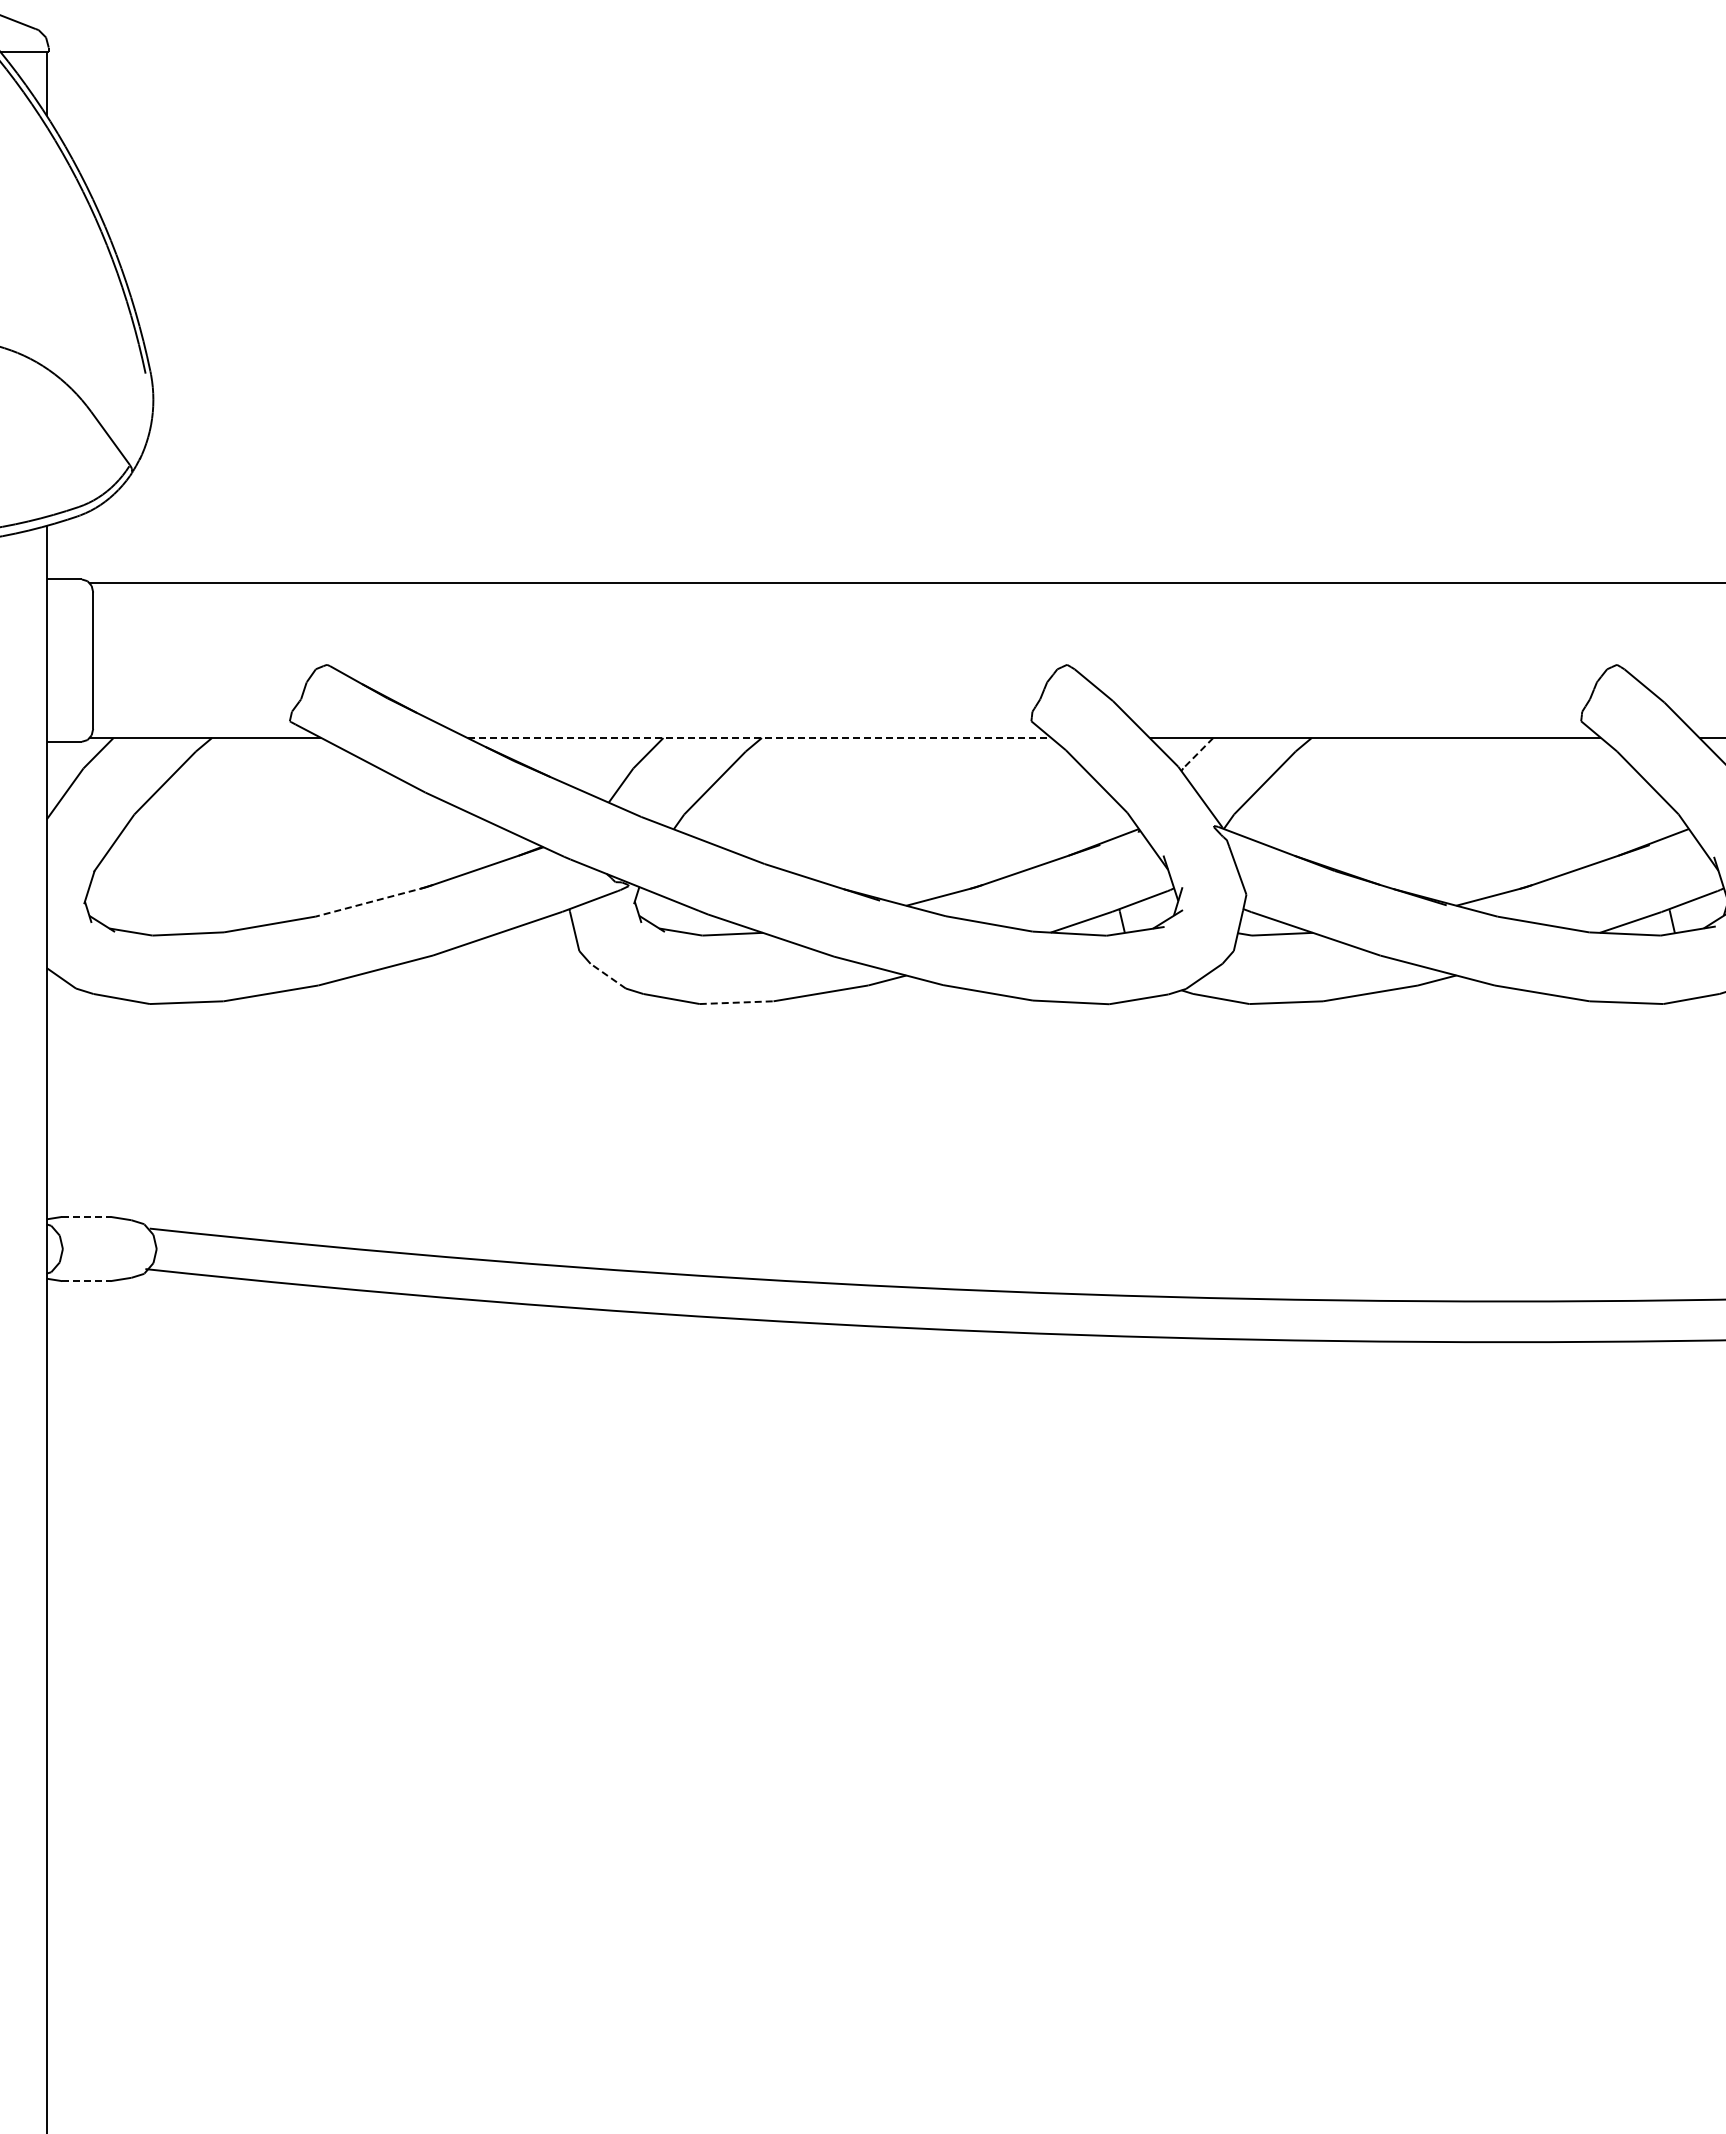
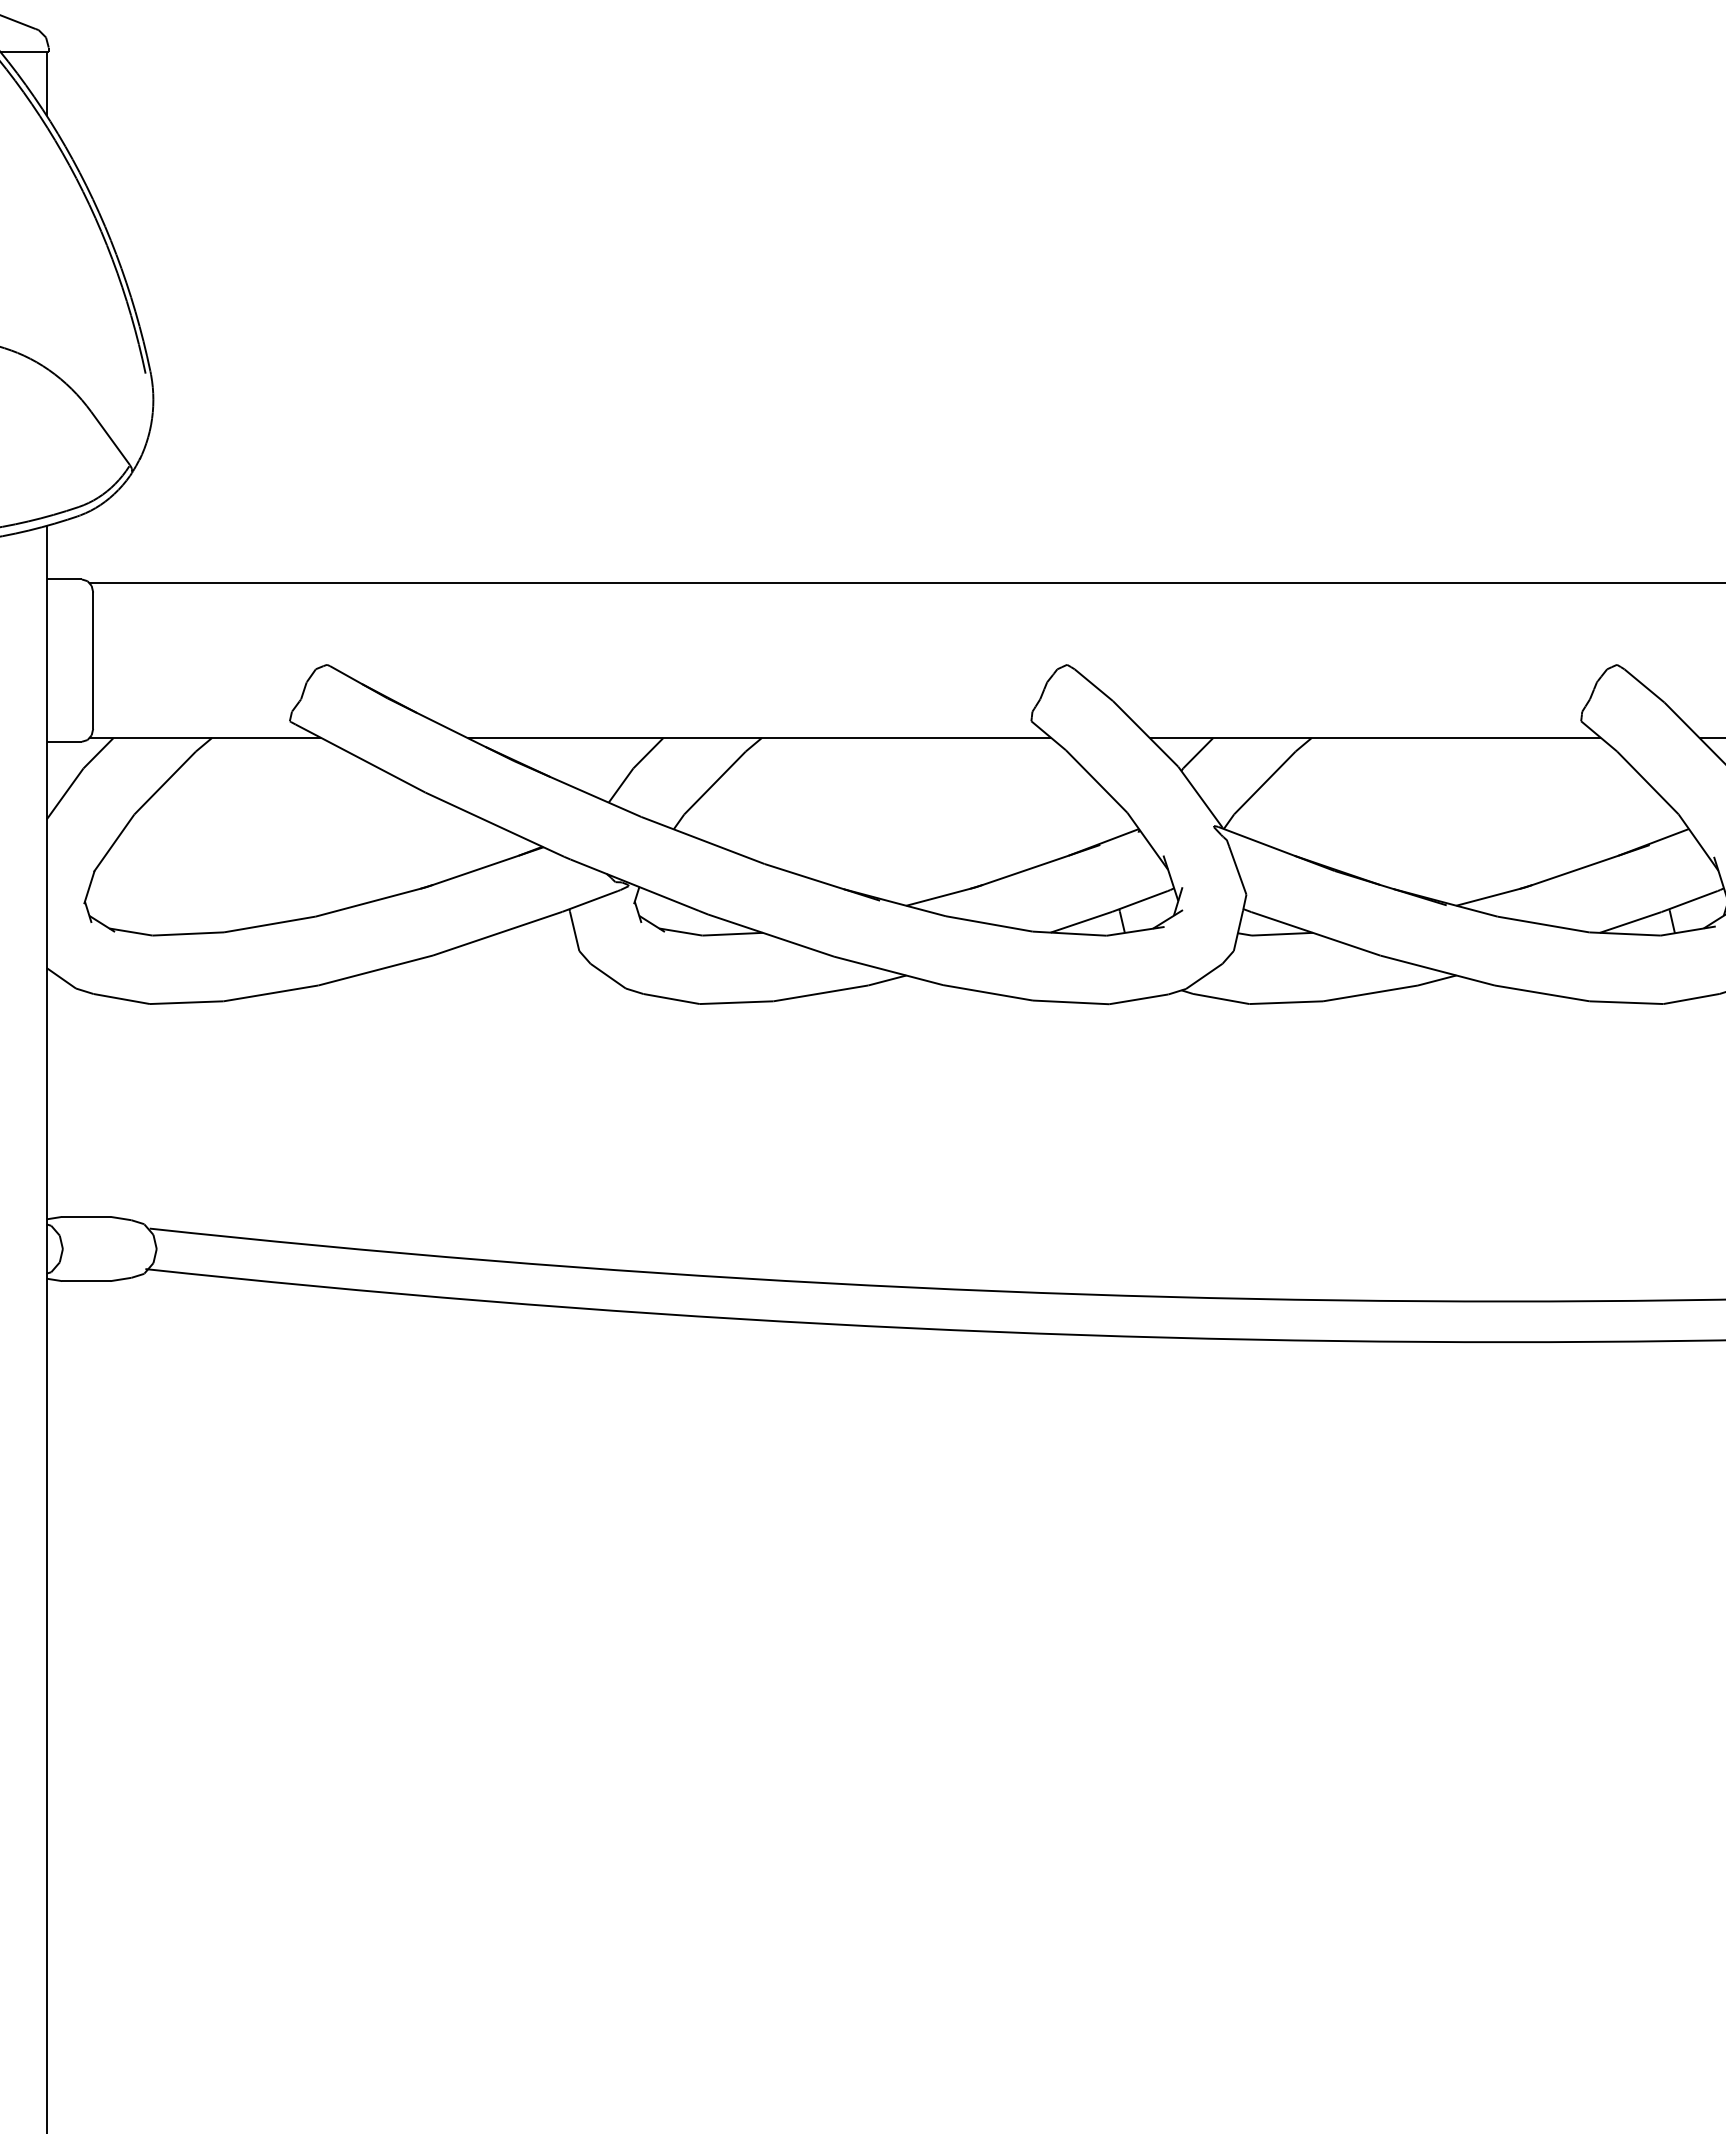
line at (759, 738): dashed -> solid
line at (1197, 753): dashed -> solid
line at (370, 902): dashed -> solid
line at (608, 976): dashed -> solid
line at (736, 1002): dashed -> solid
line at (86, 1216): dashed -> solid
line at (86, 1281): dashed -> solid
